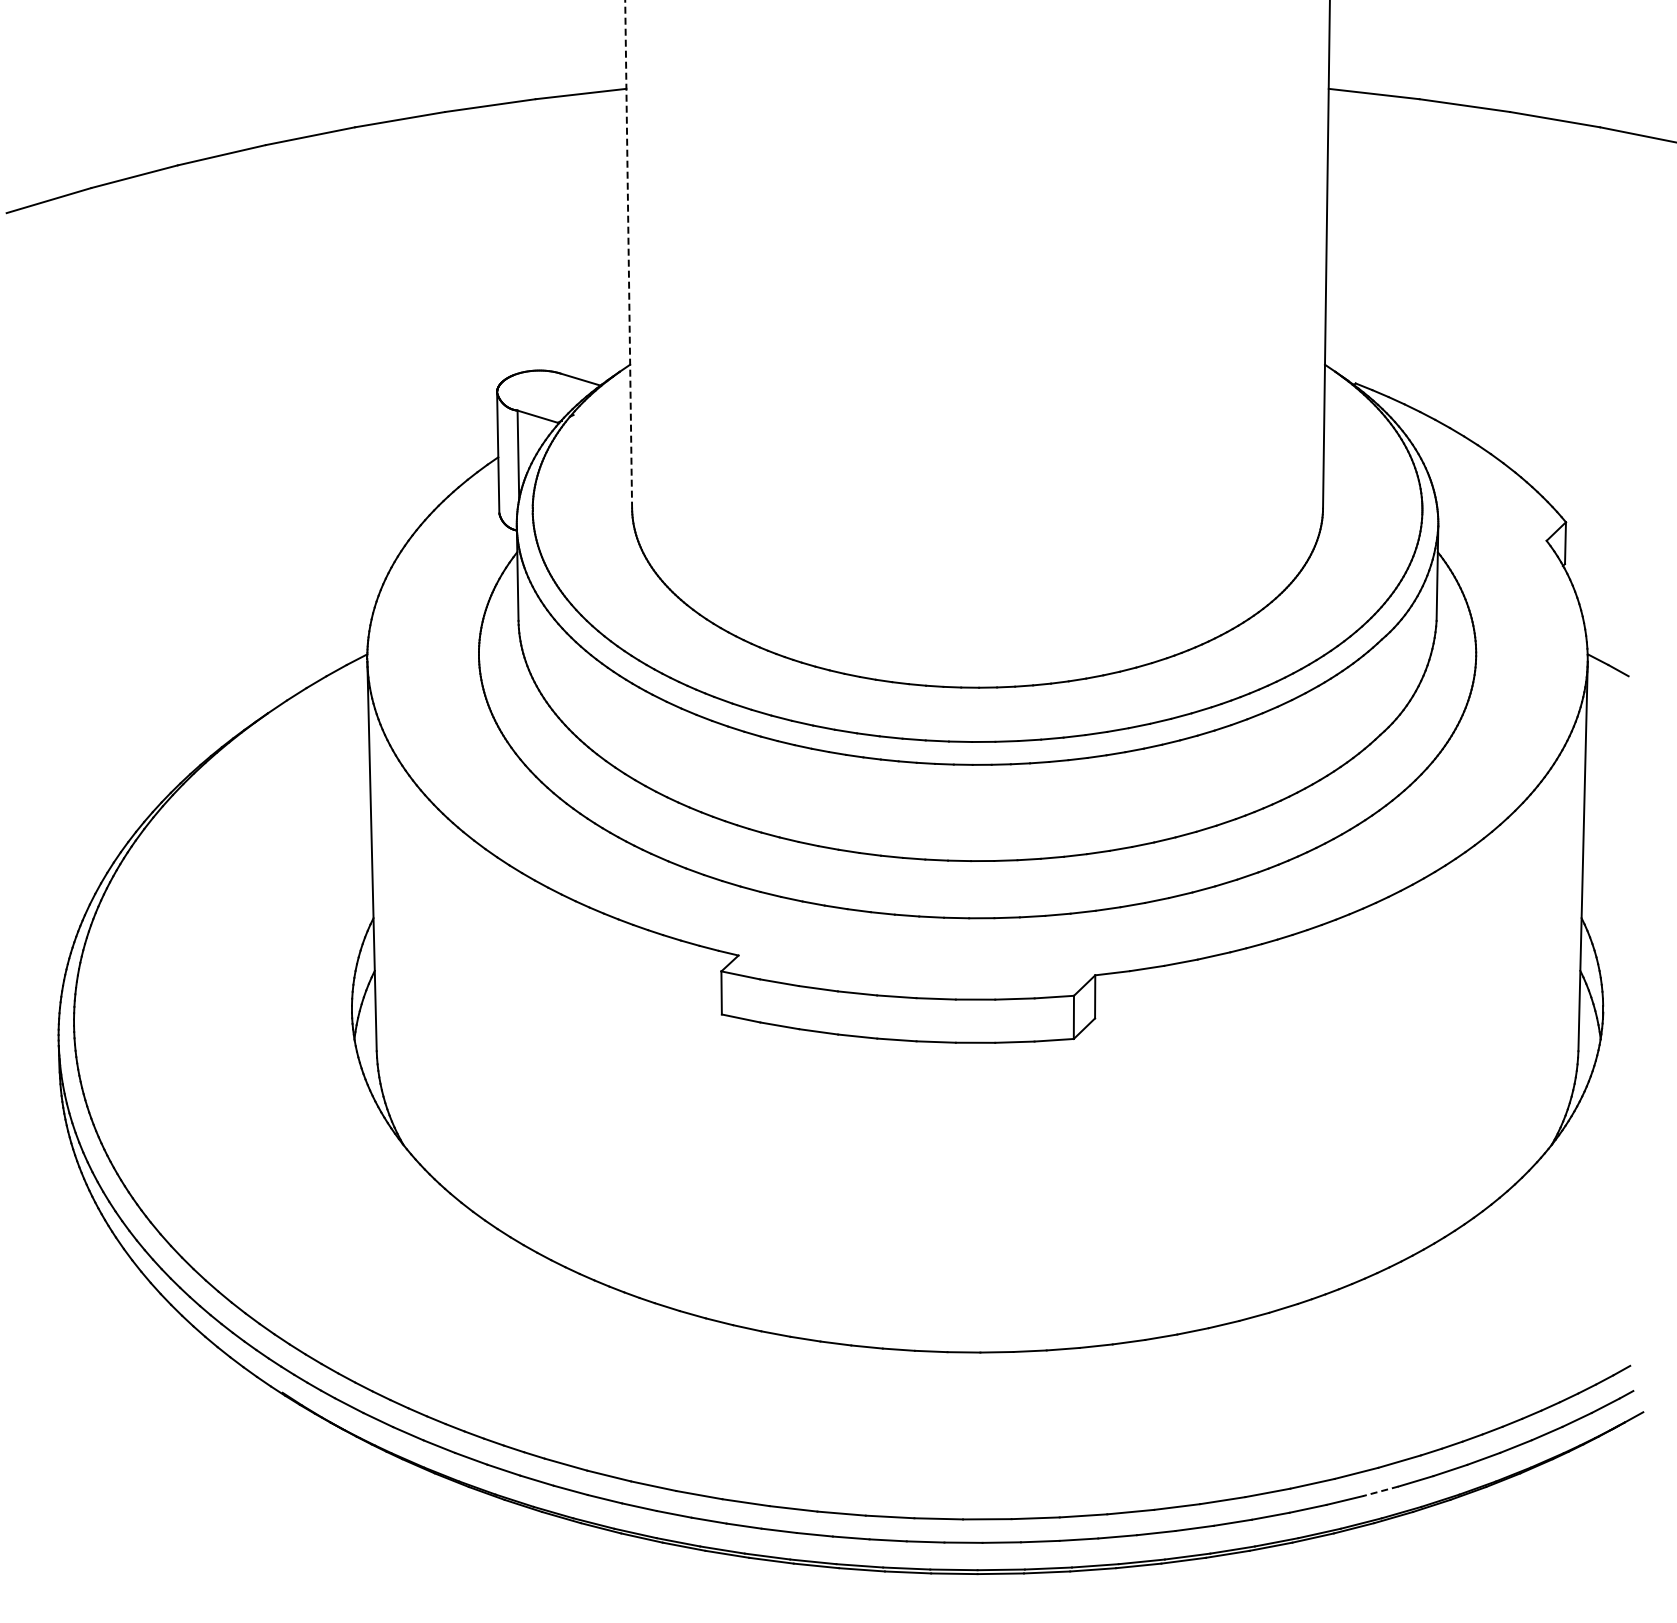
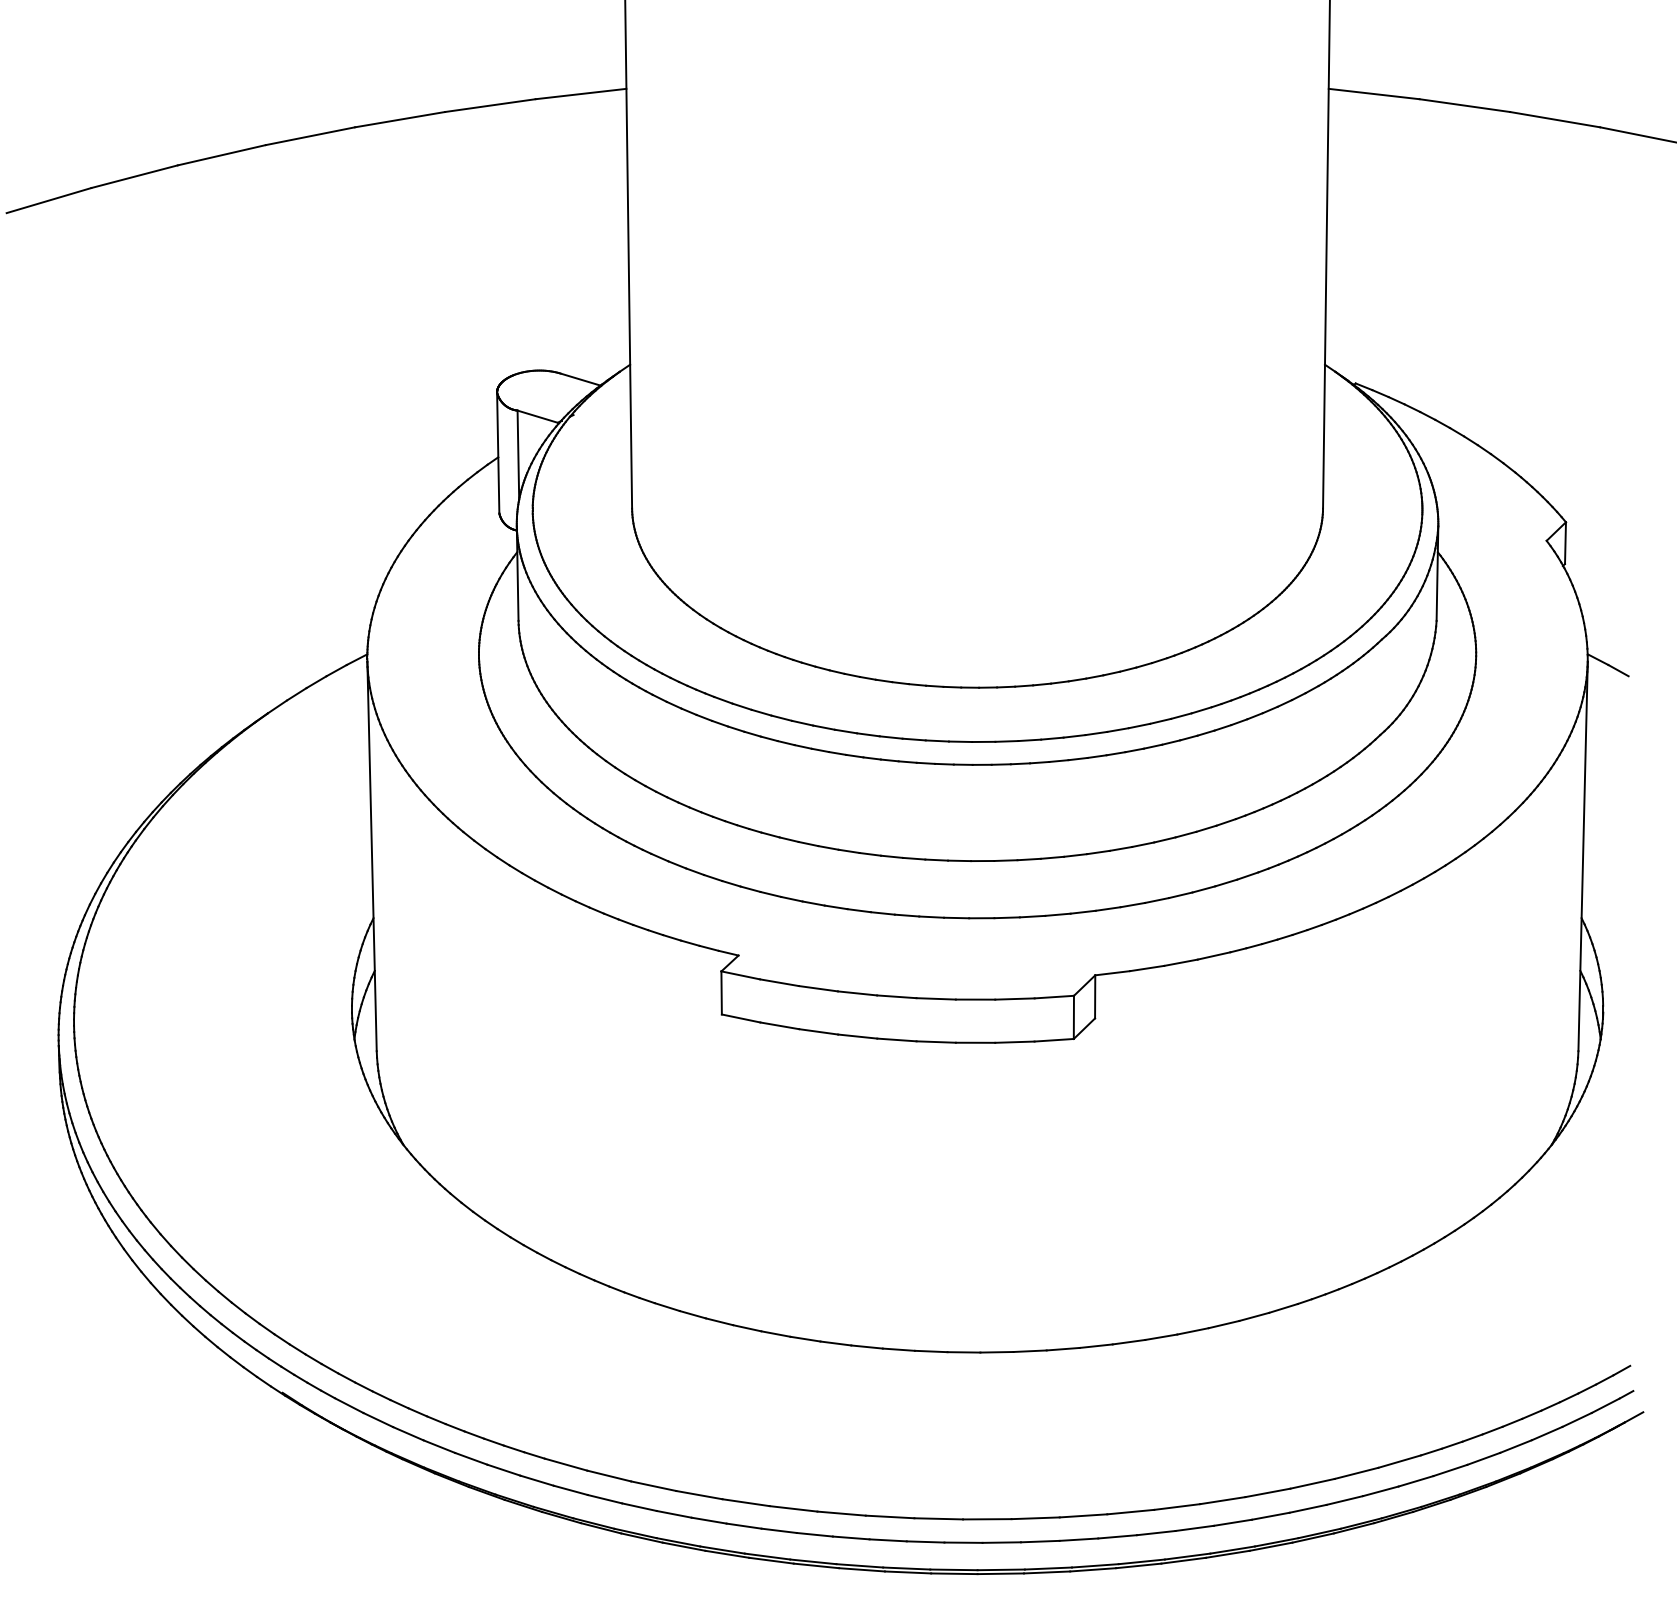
line at (628, 253): dashed -> solid
line at (1380, 1491): dashed -> solid
